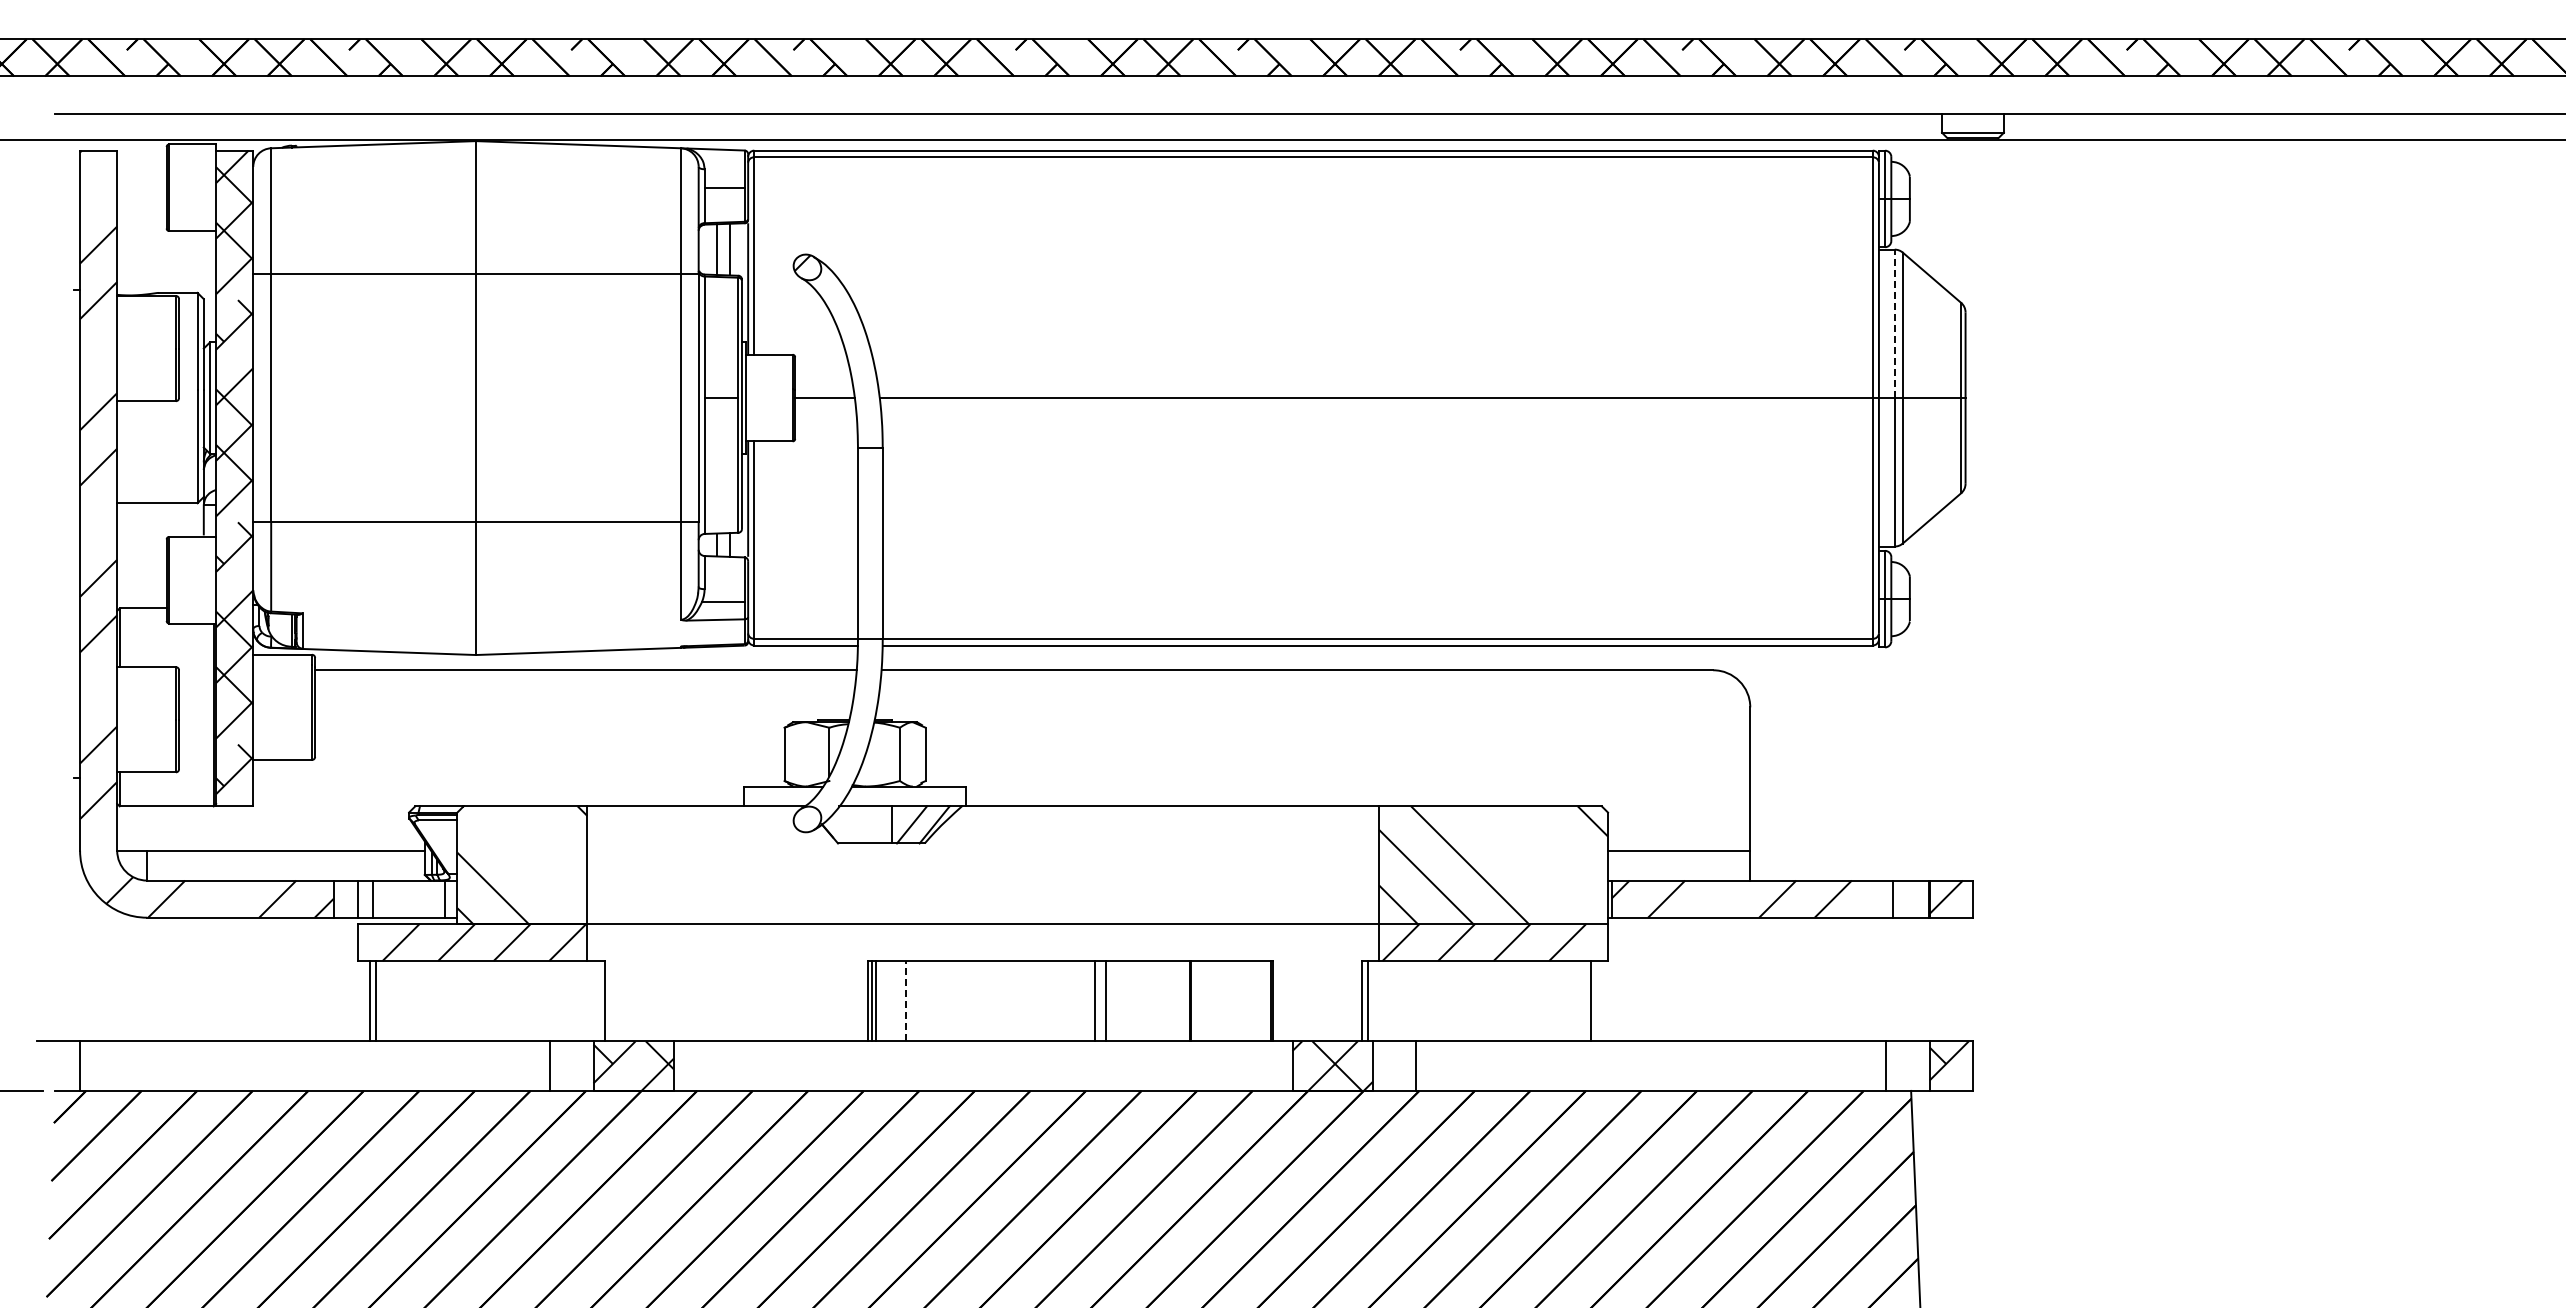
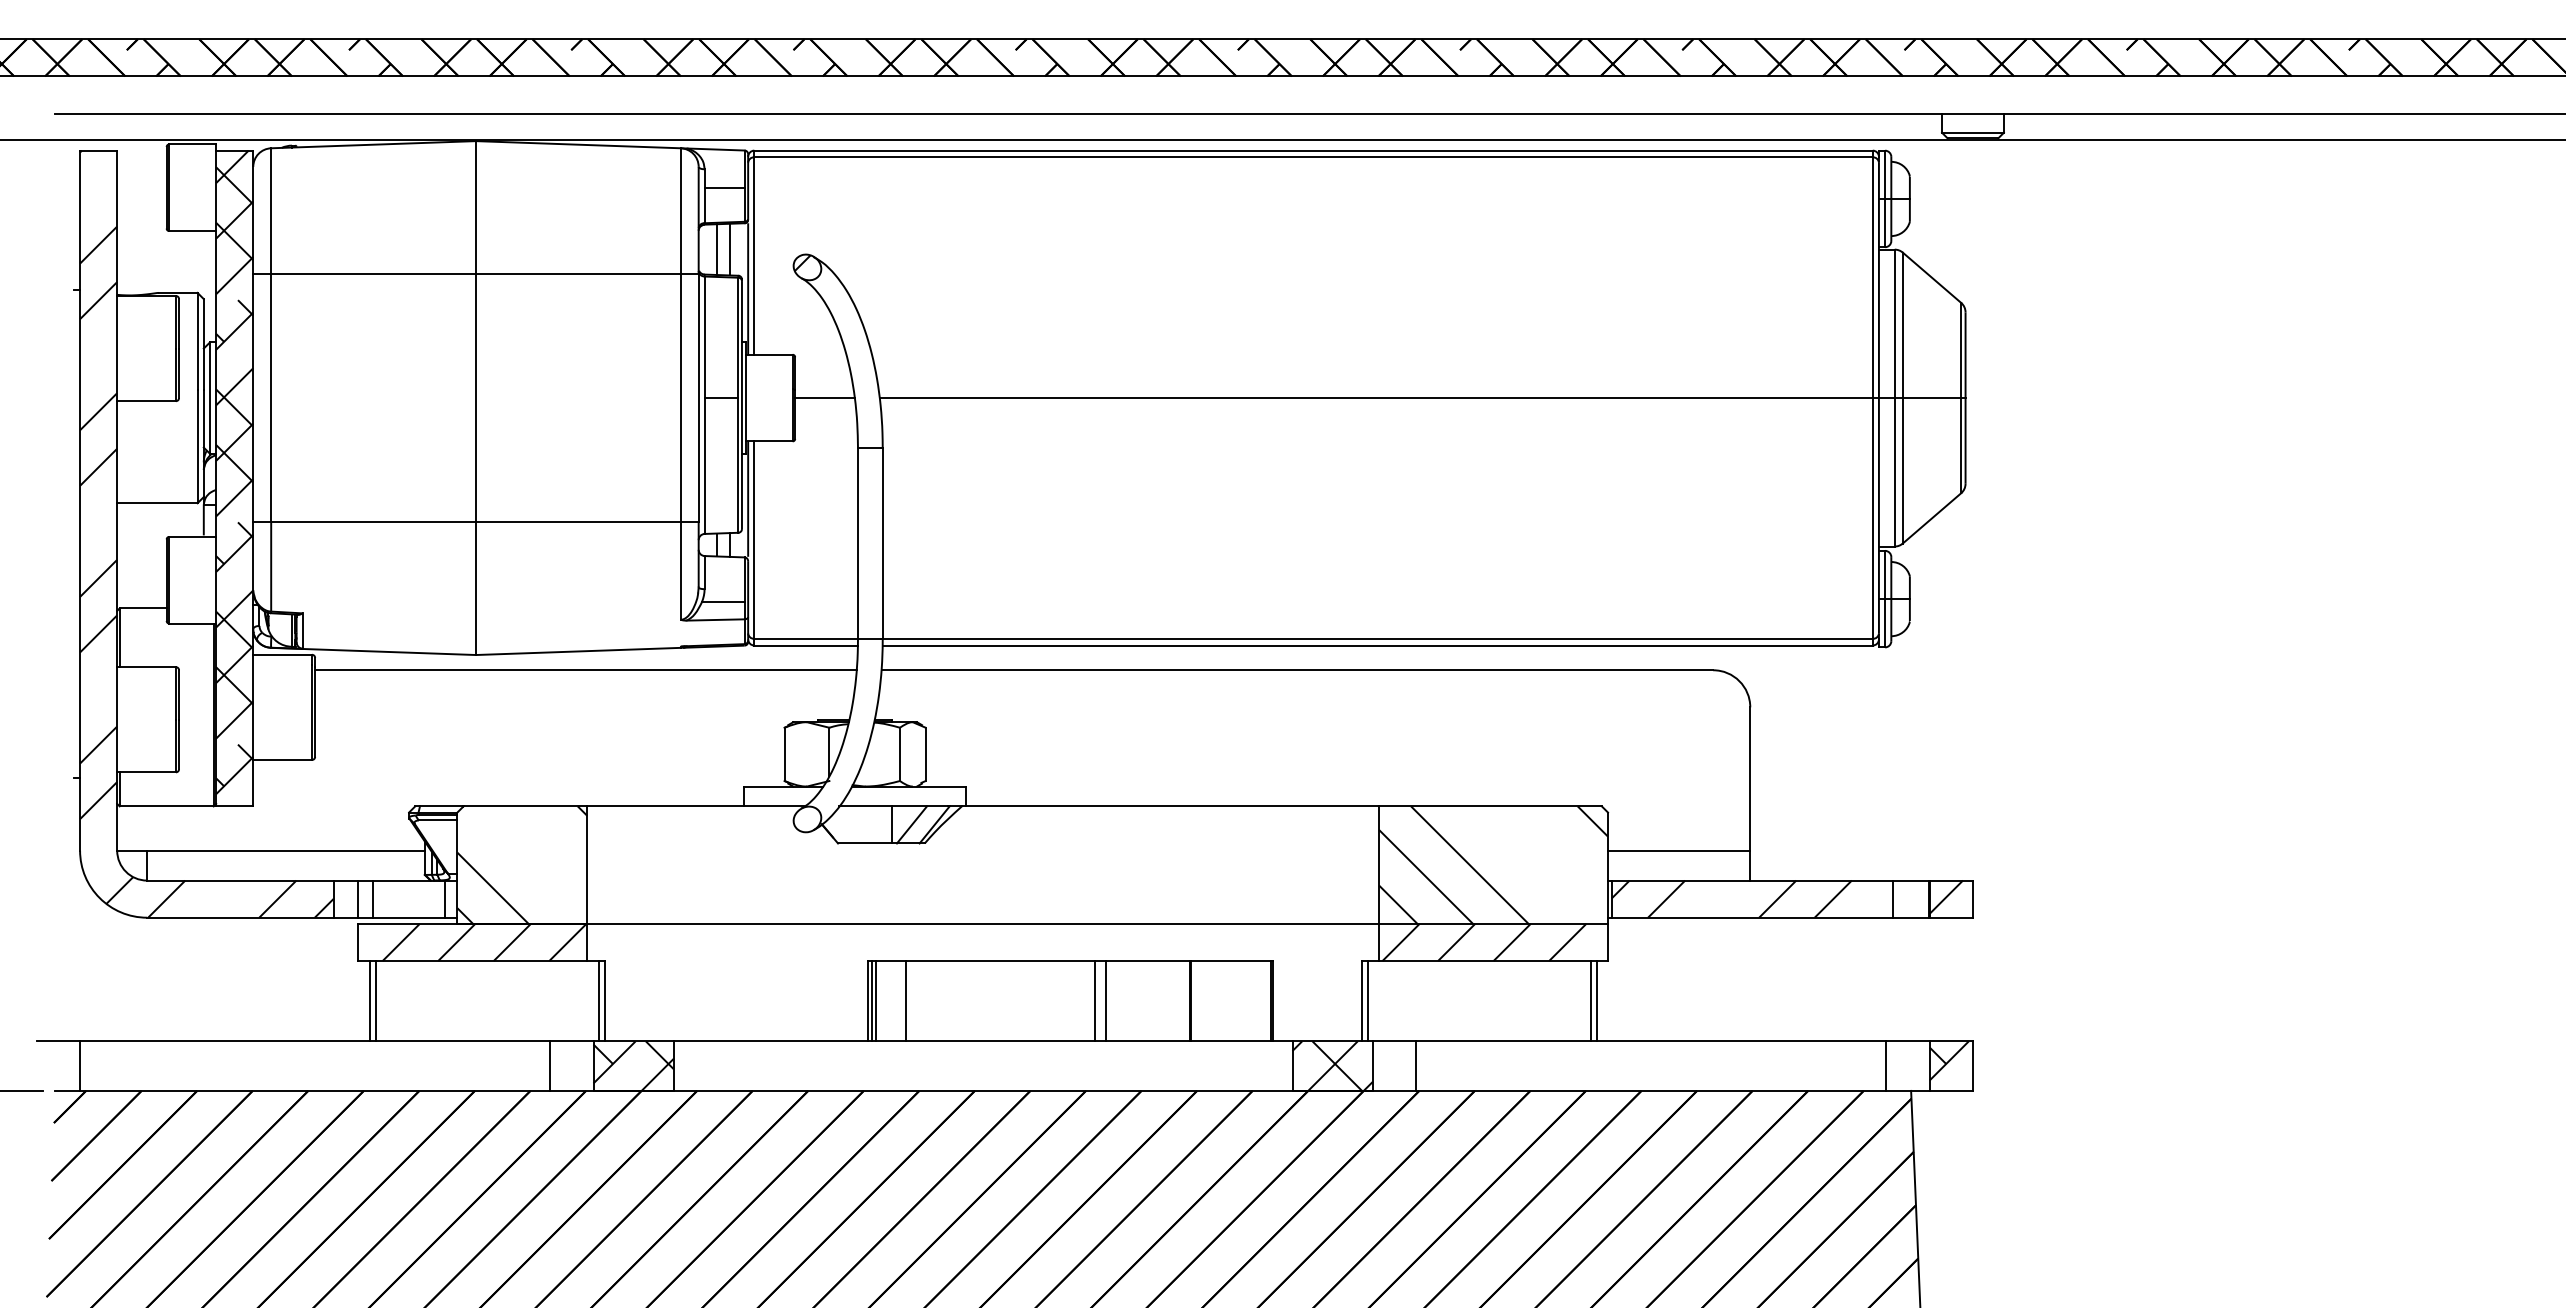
line at (1894, 323): dashed -> solid
line at (905, 1000): dashed -> solid
line at (598, 1001): none -> present
line at (1596, 1001): none -> present
